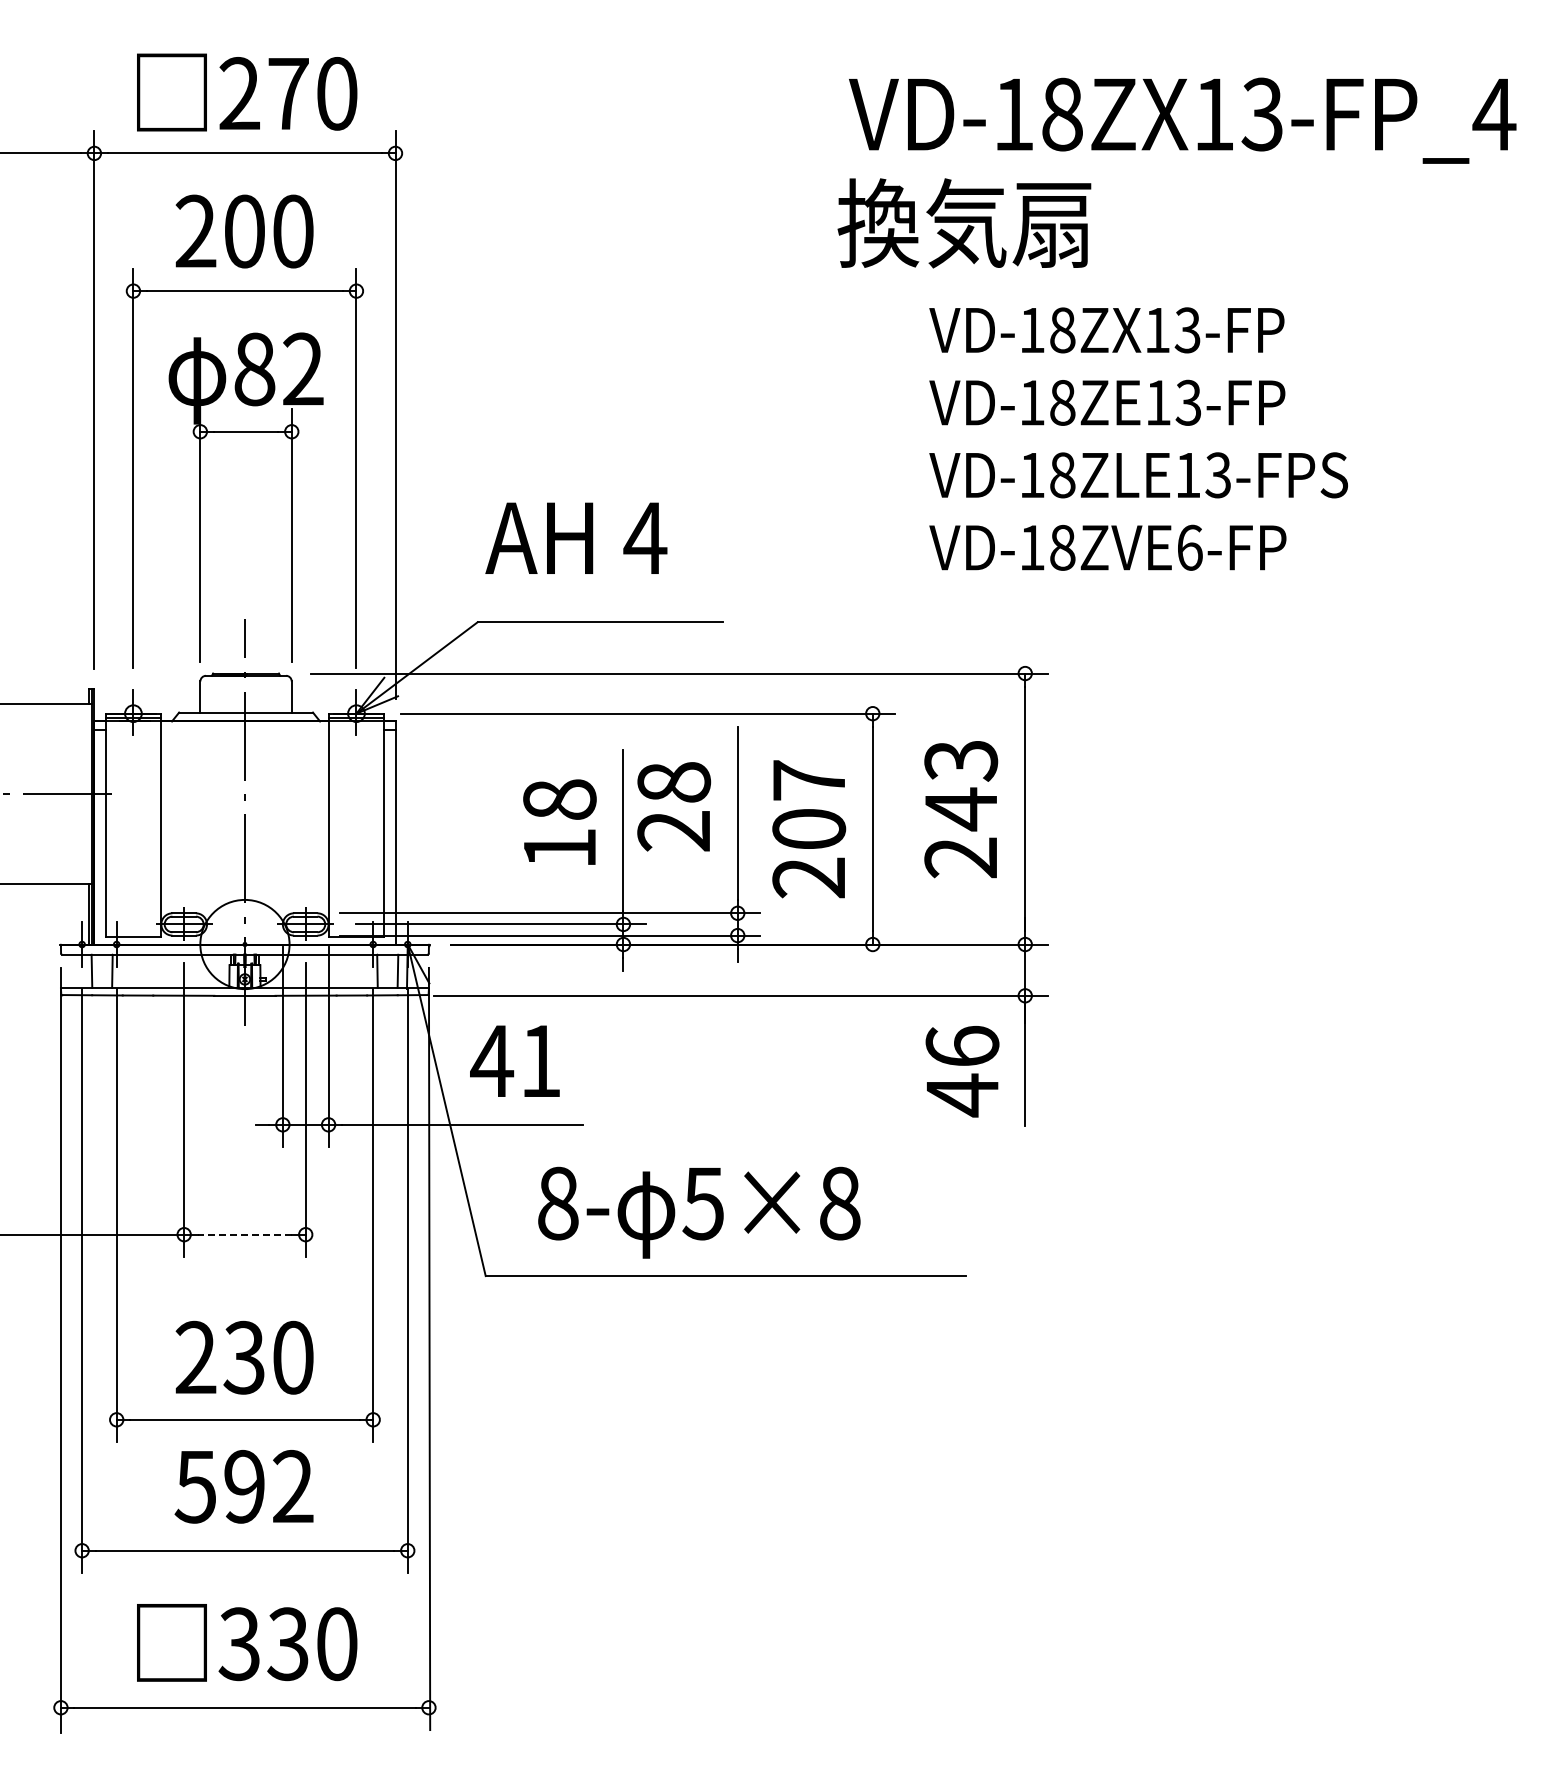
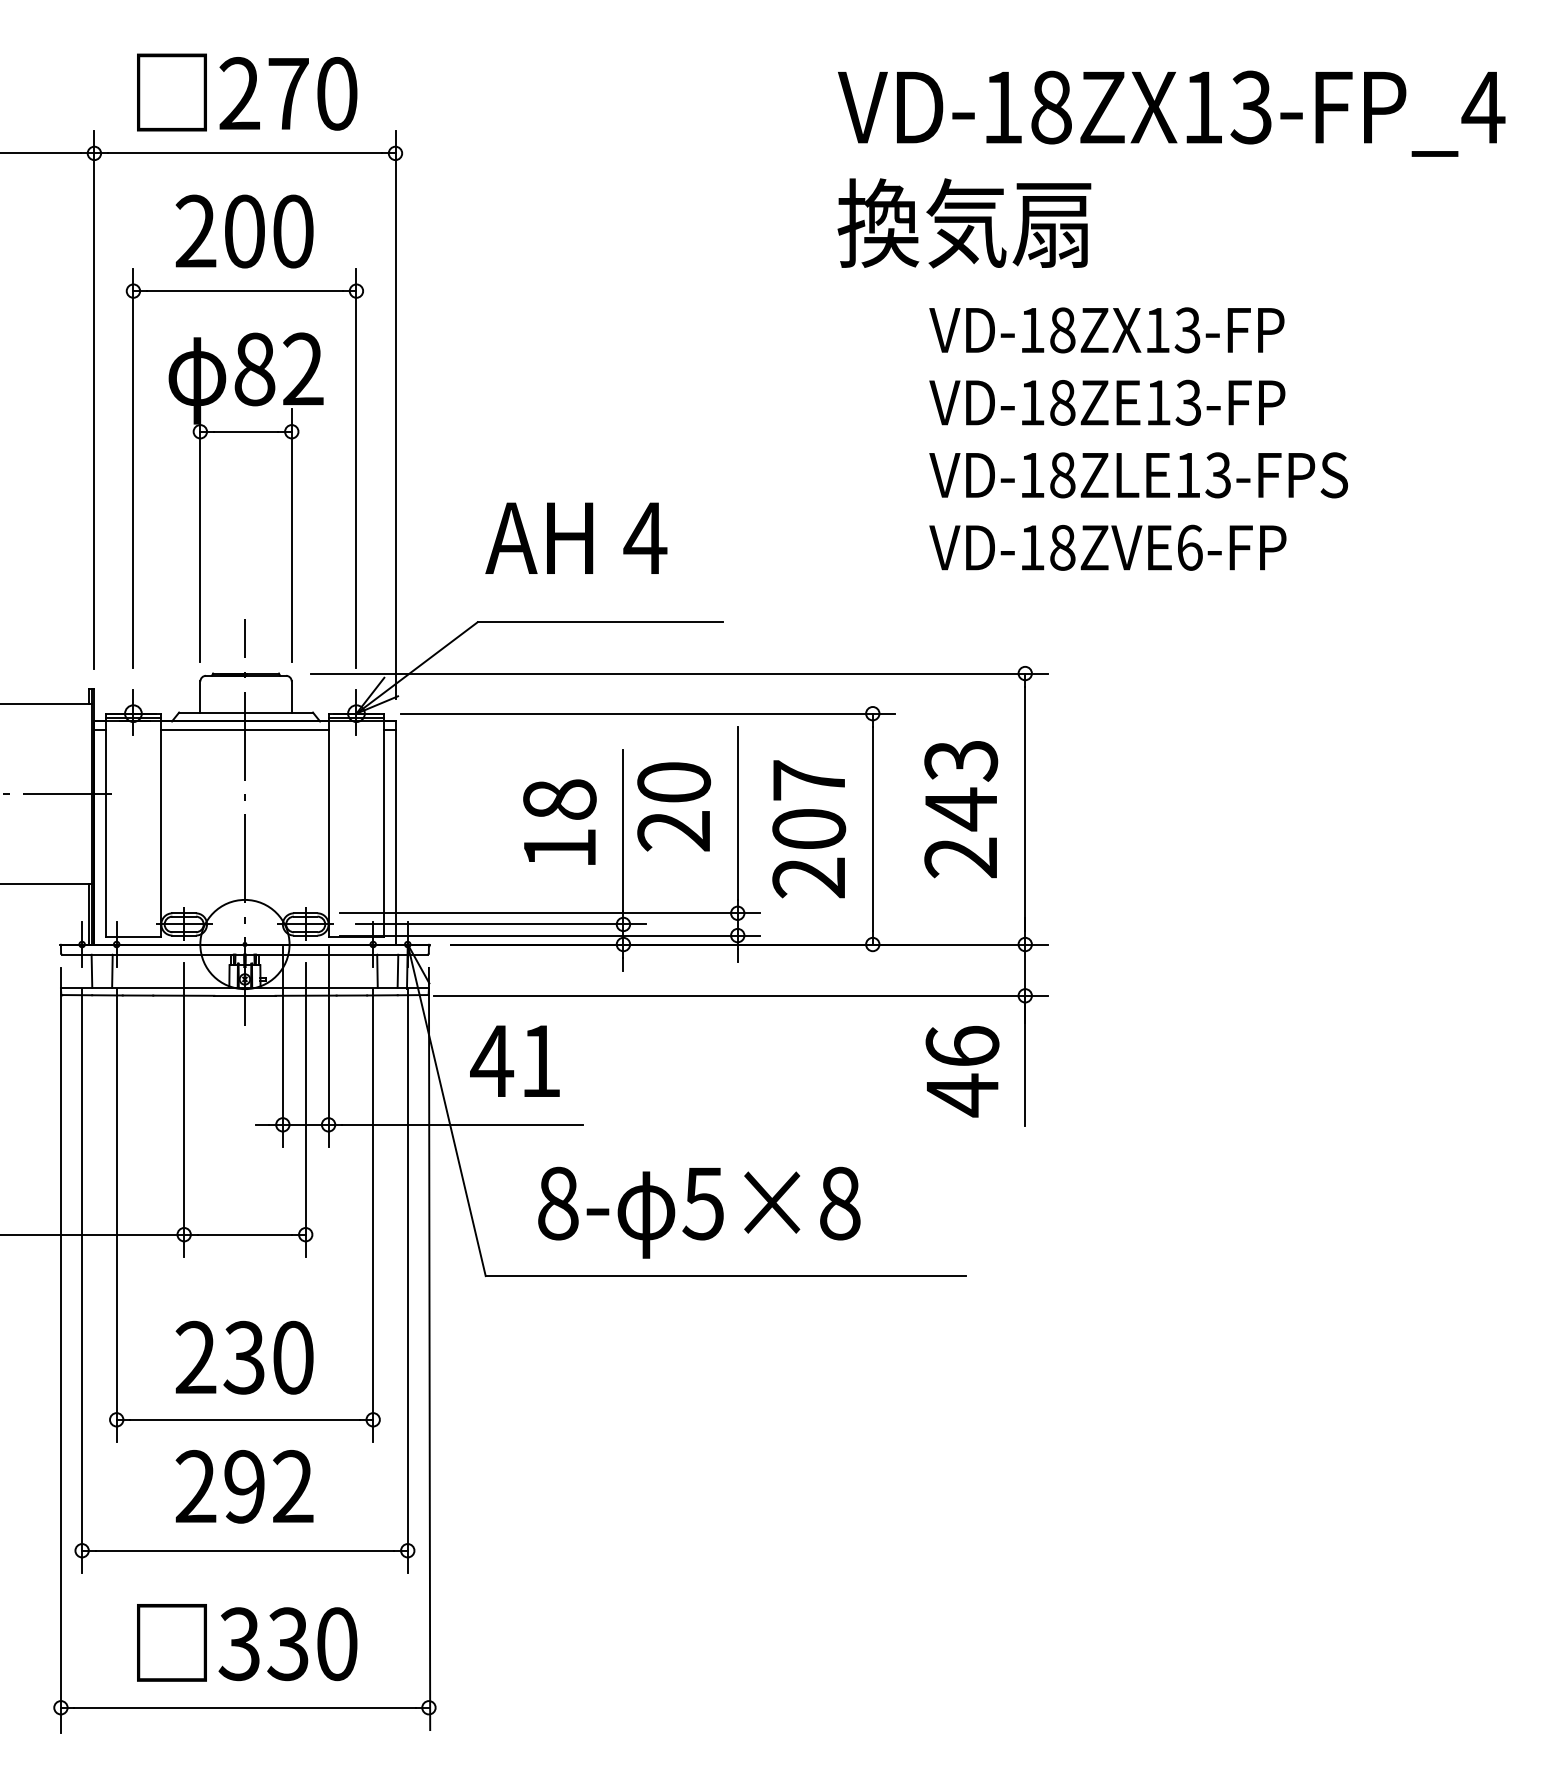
text at (1182, 120) position: (1182, 120) -> (1171, 113)
line at (244, 730): none -> present
text at (673, 782): 28 -> 20
line at (244, 1234): dashed -> solid
text at (195, 1486): 592 -> 292
